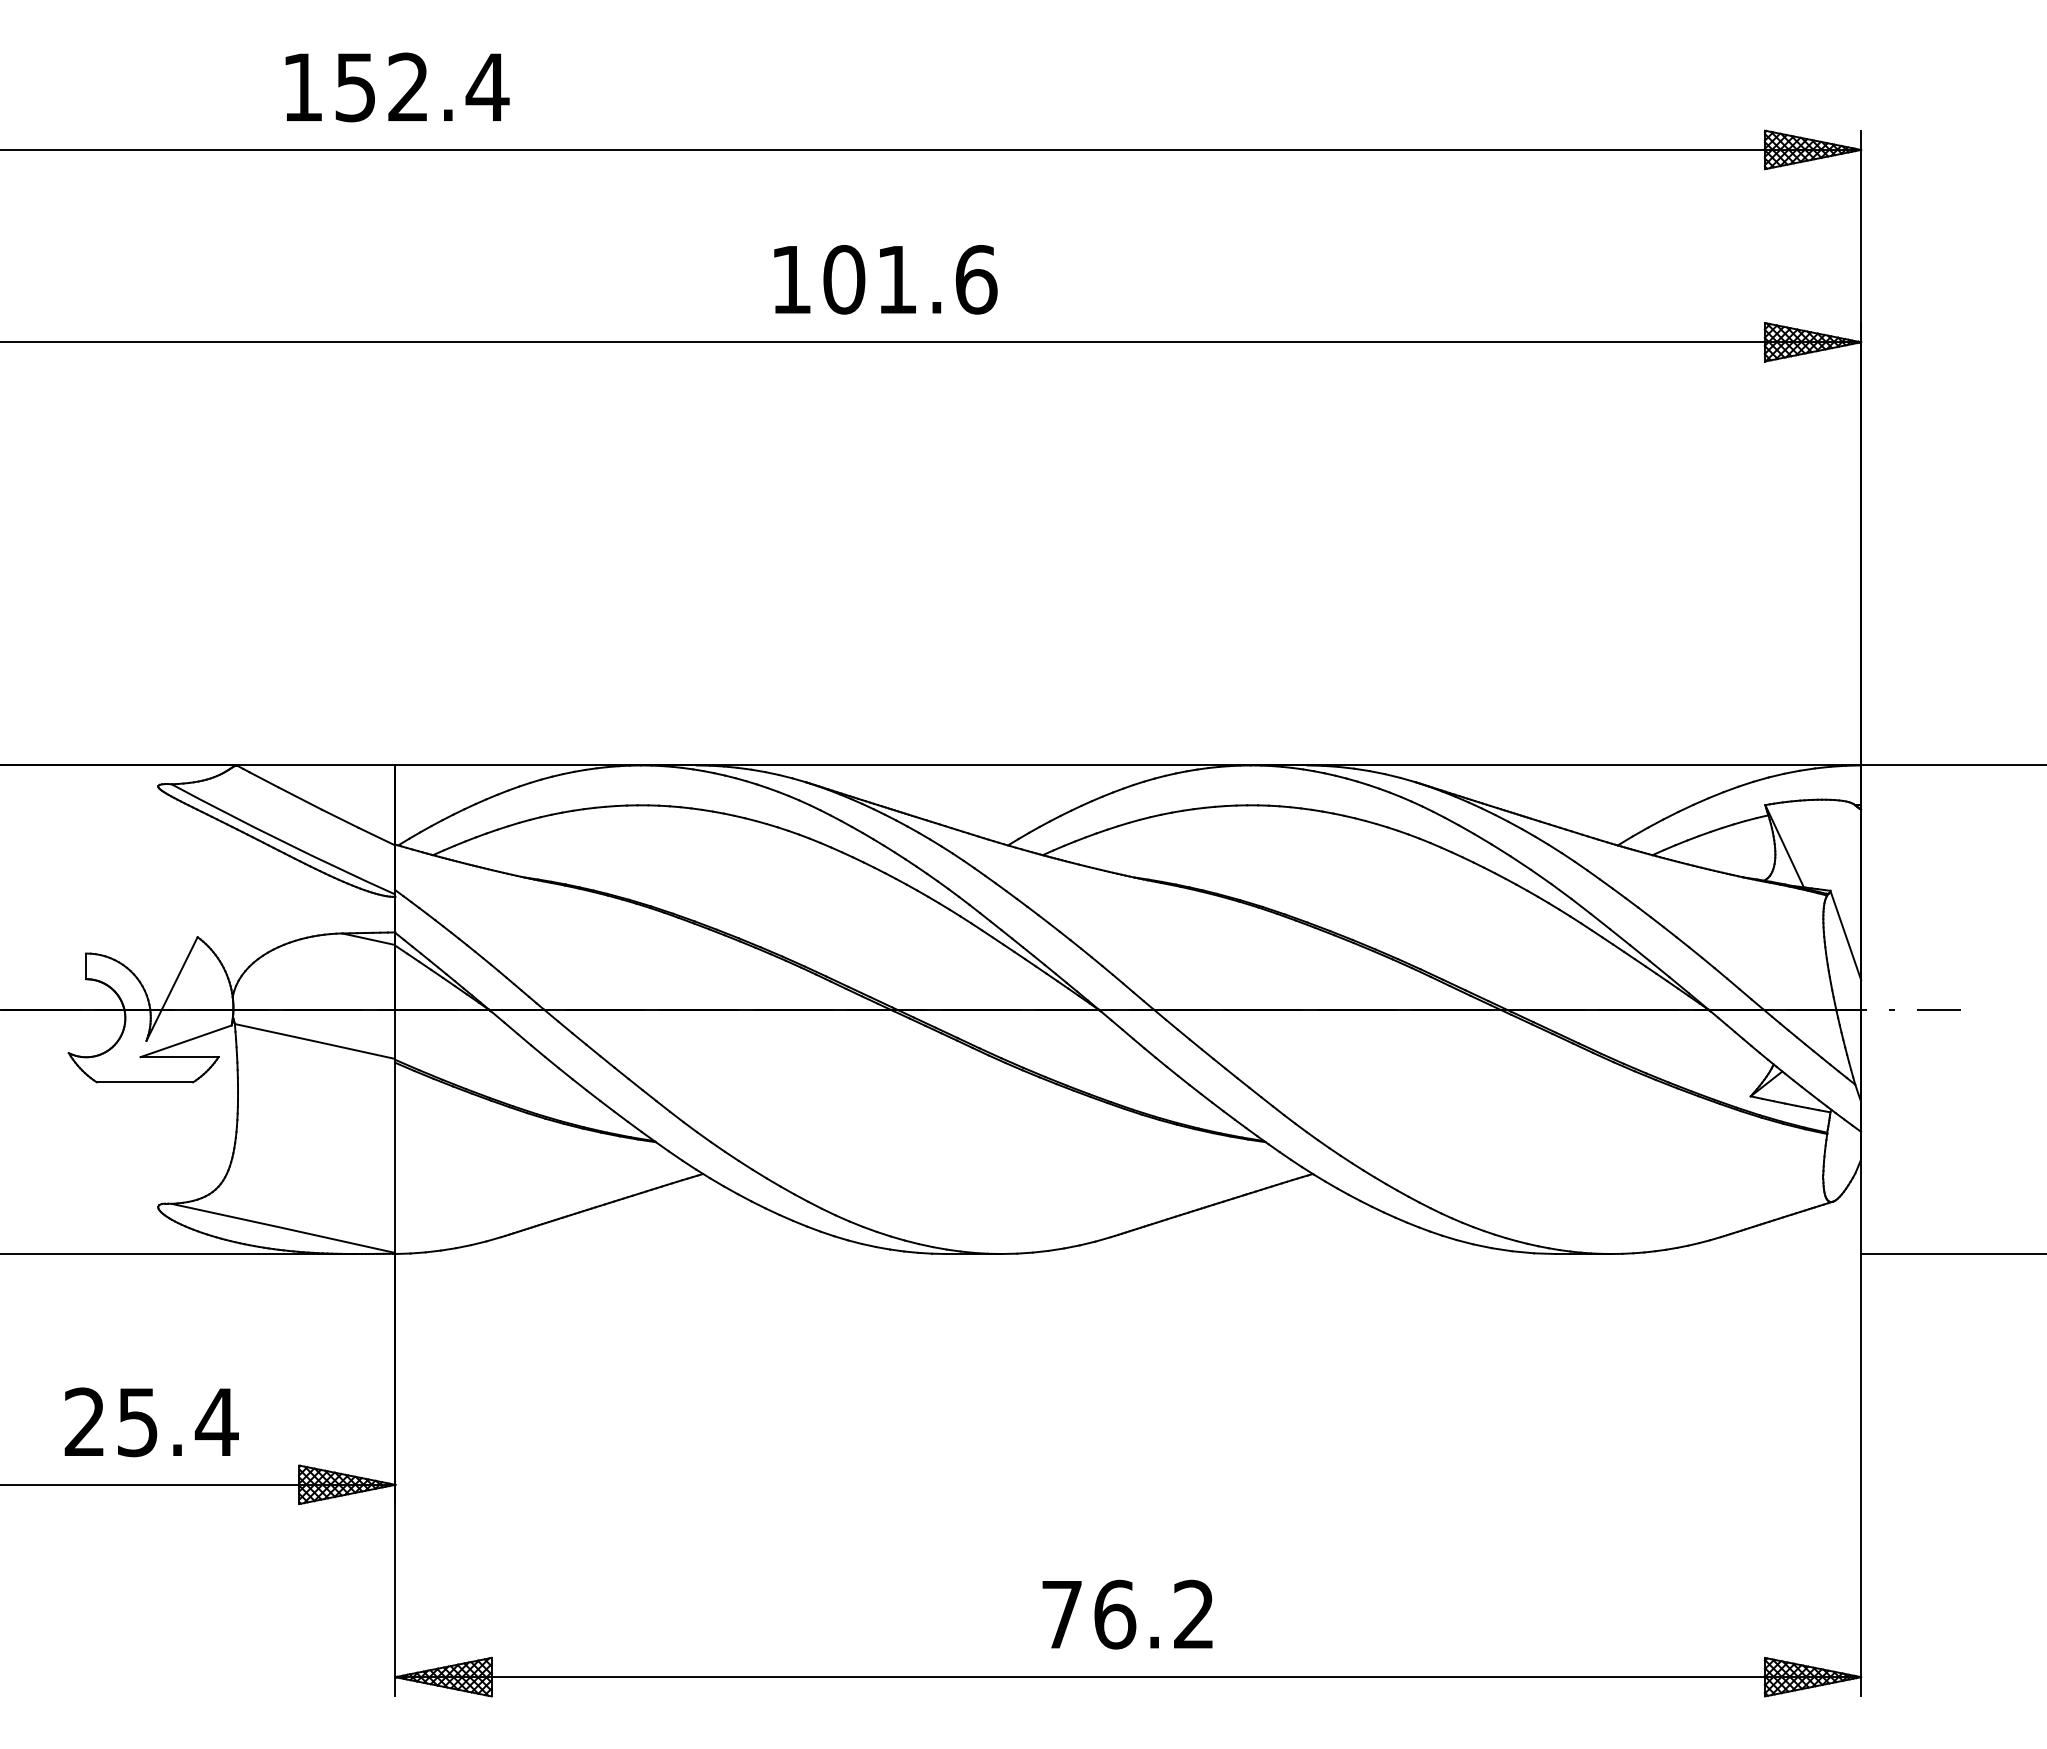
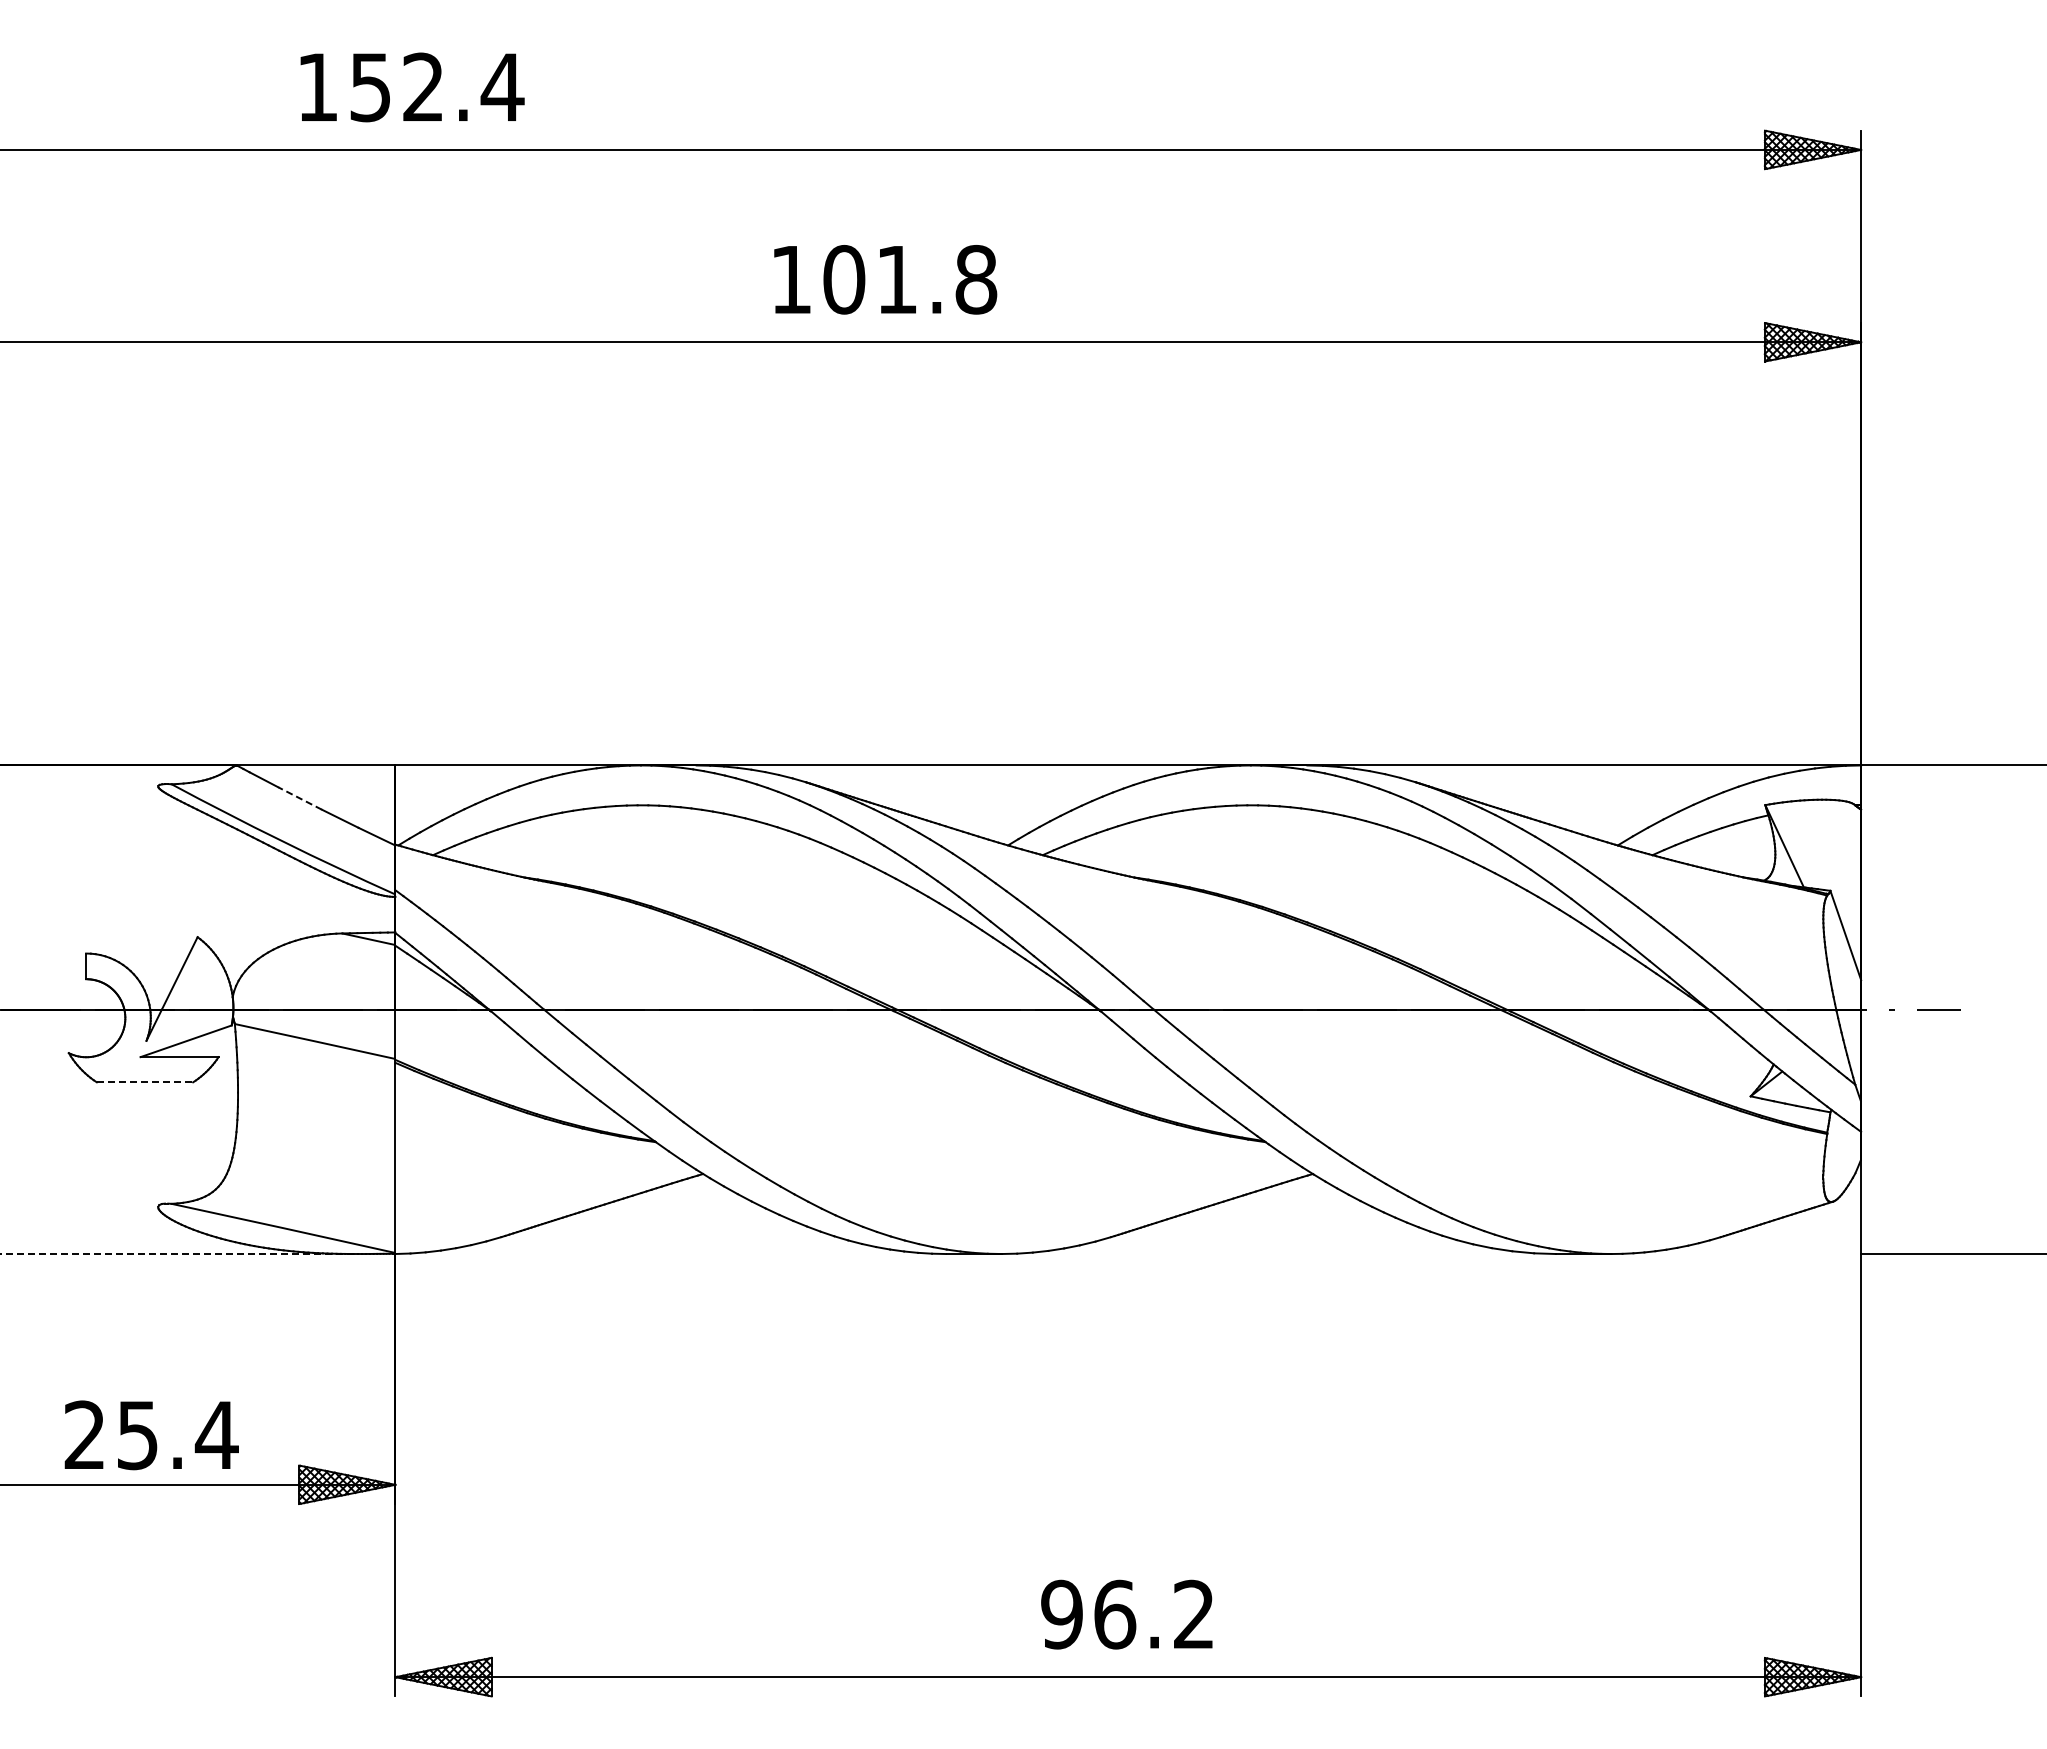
text at (397, 87) position: (397, 87) -> (412, 87)
text at (976, 279): 101.6 -> 101.8
line at (300, 798): solid -> dashed
line at (145, 1082): solid -> dashed
line at (179, 1254): solid -> dashed
text at (151, 1422) position: (151, 1422) -> (151, 1435)
text at (1061, 1614): 76.2 -> 96.2
